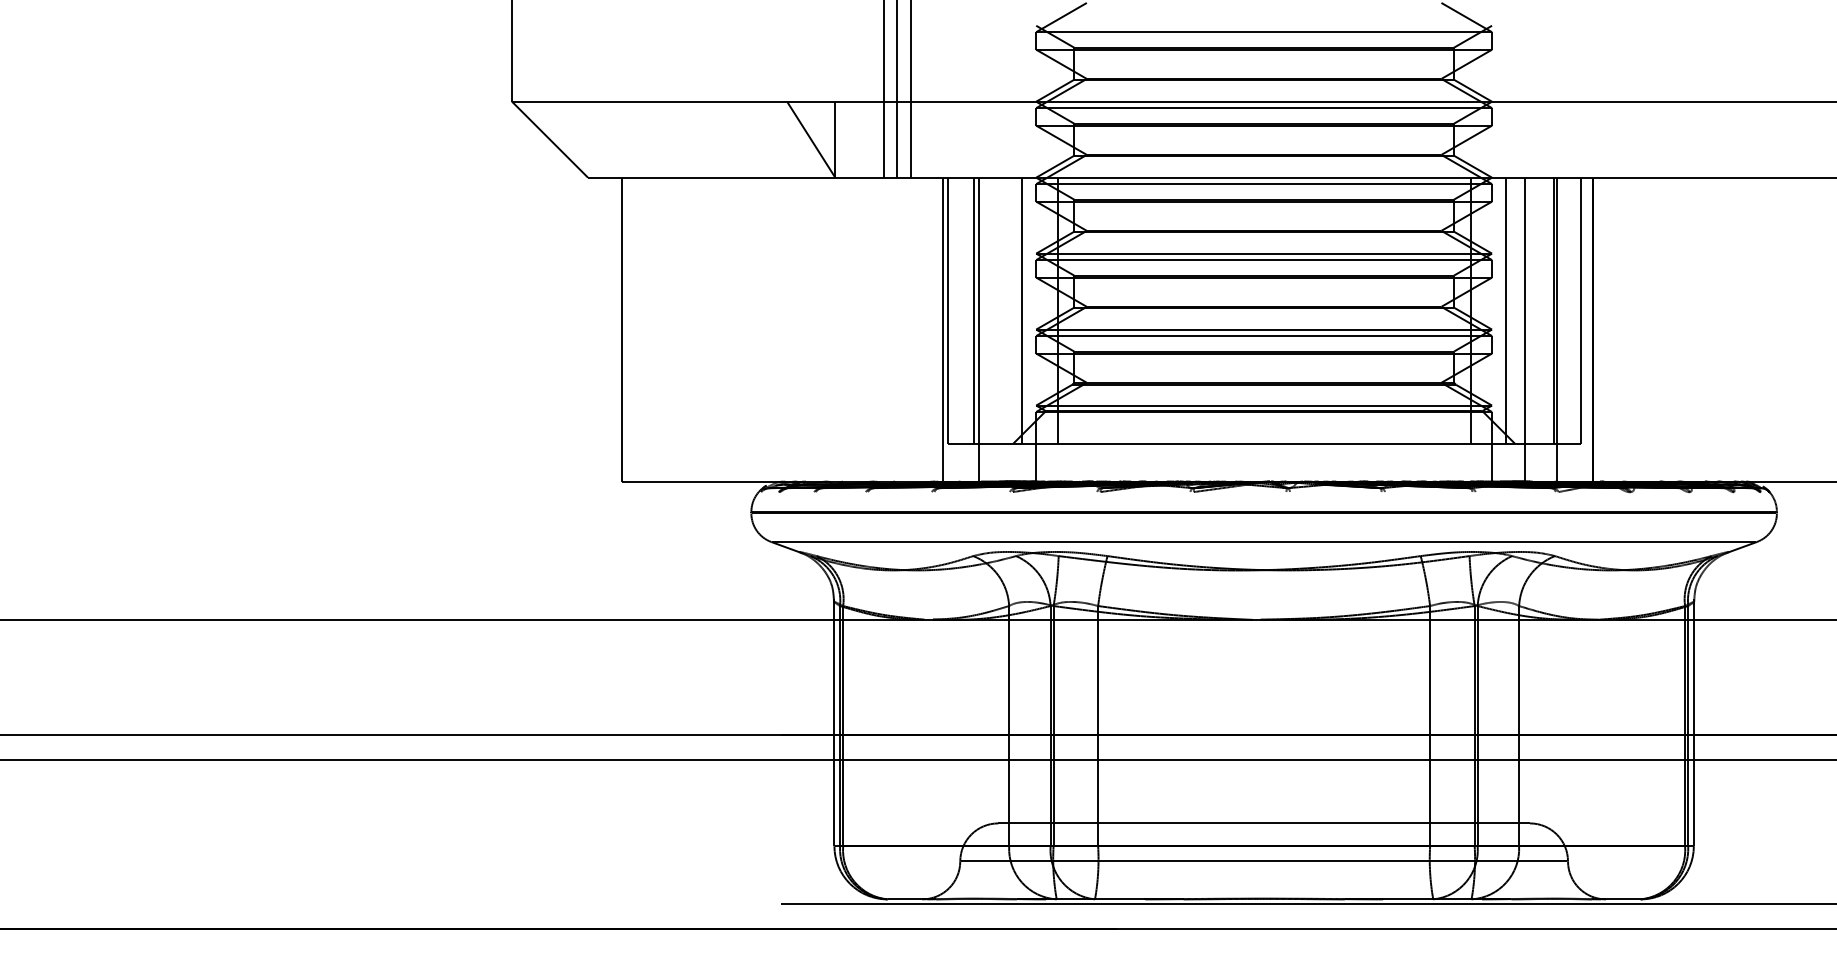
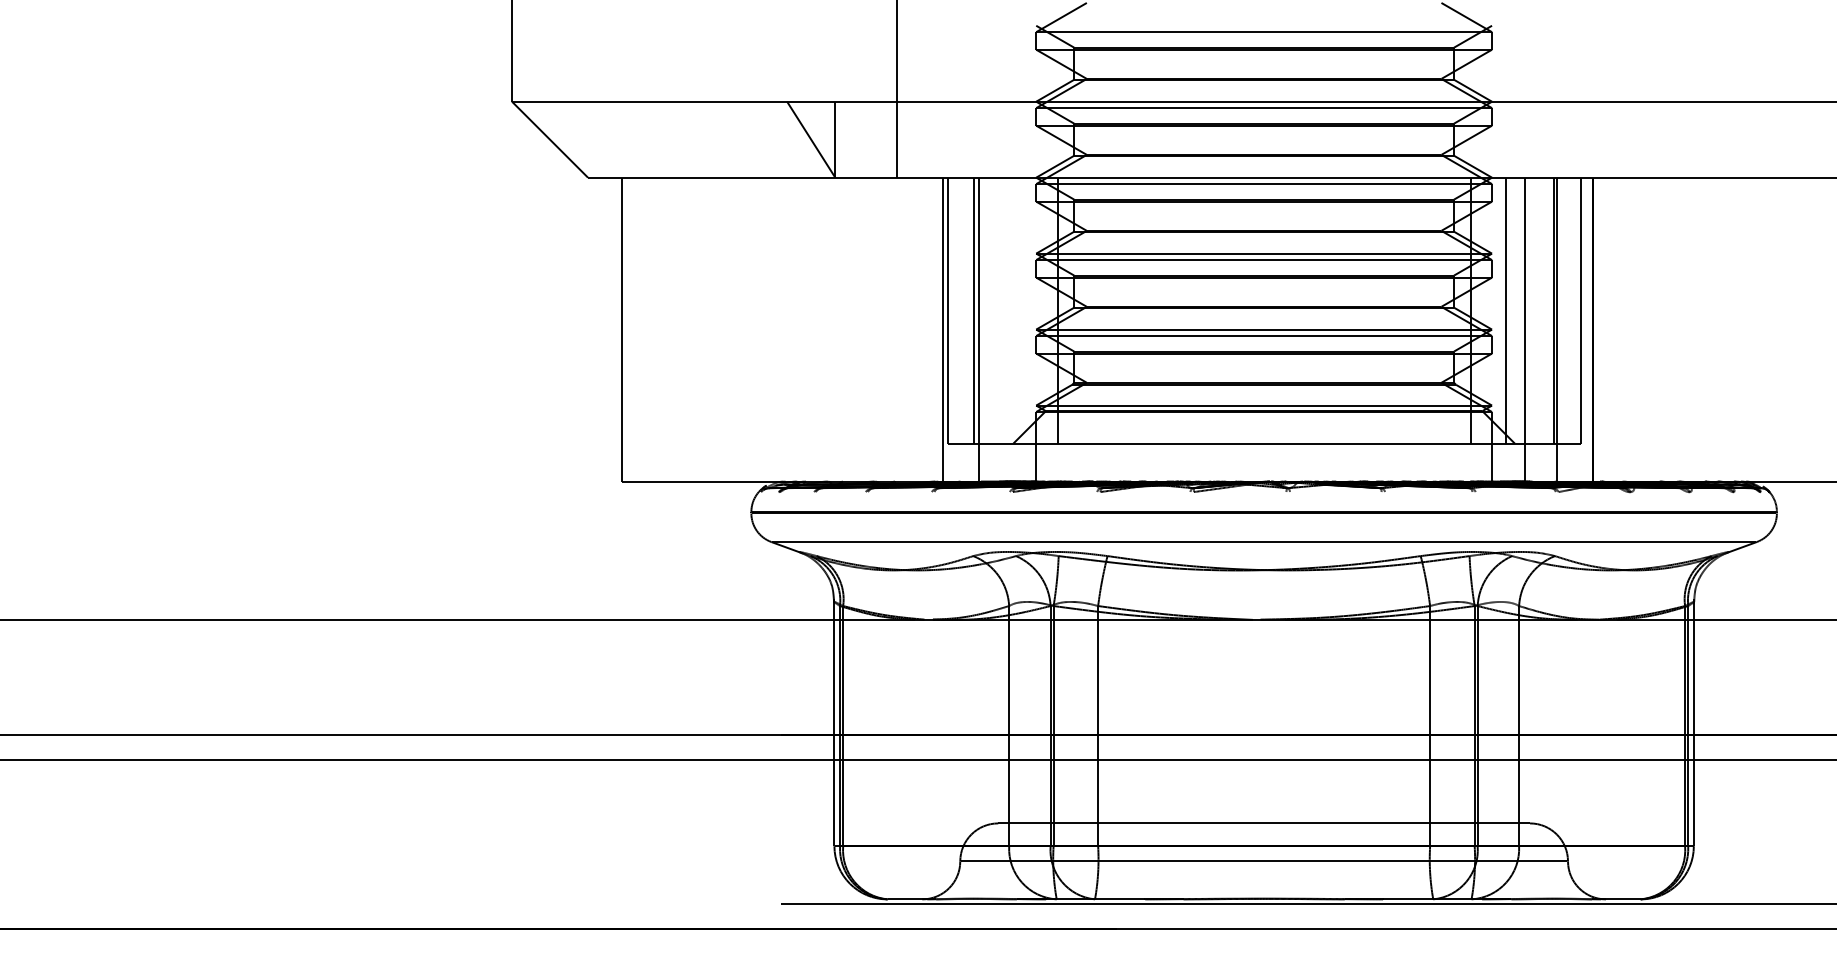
line at (884, 89): present -> none
line at (910, 89): present -> none
line at (1021, 310): present -> none
